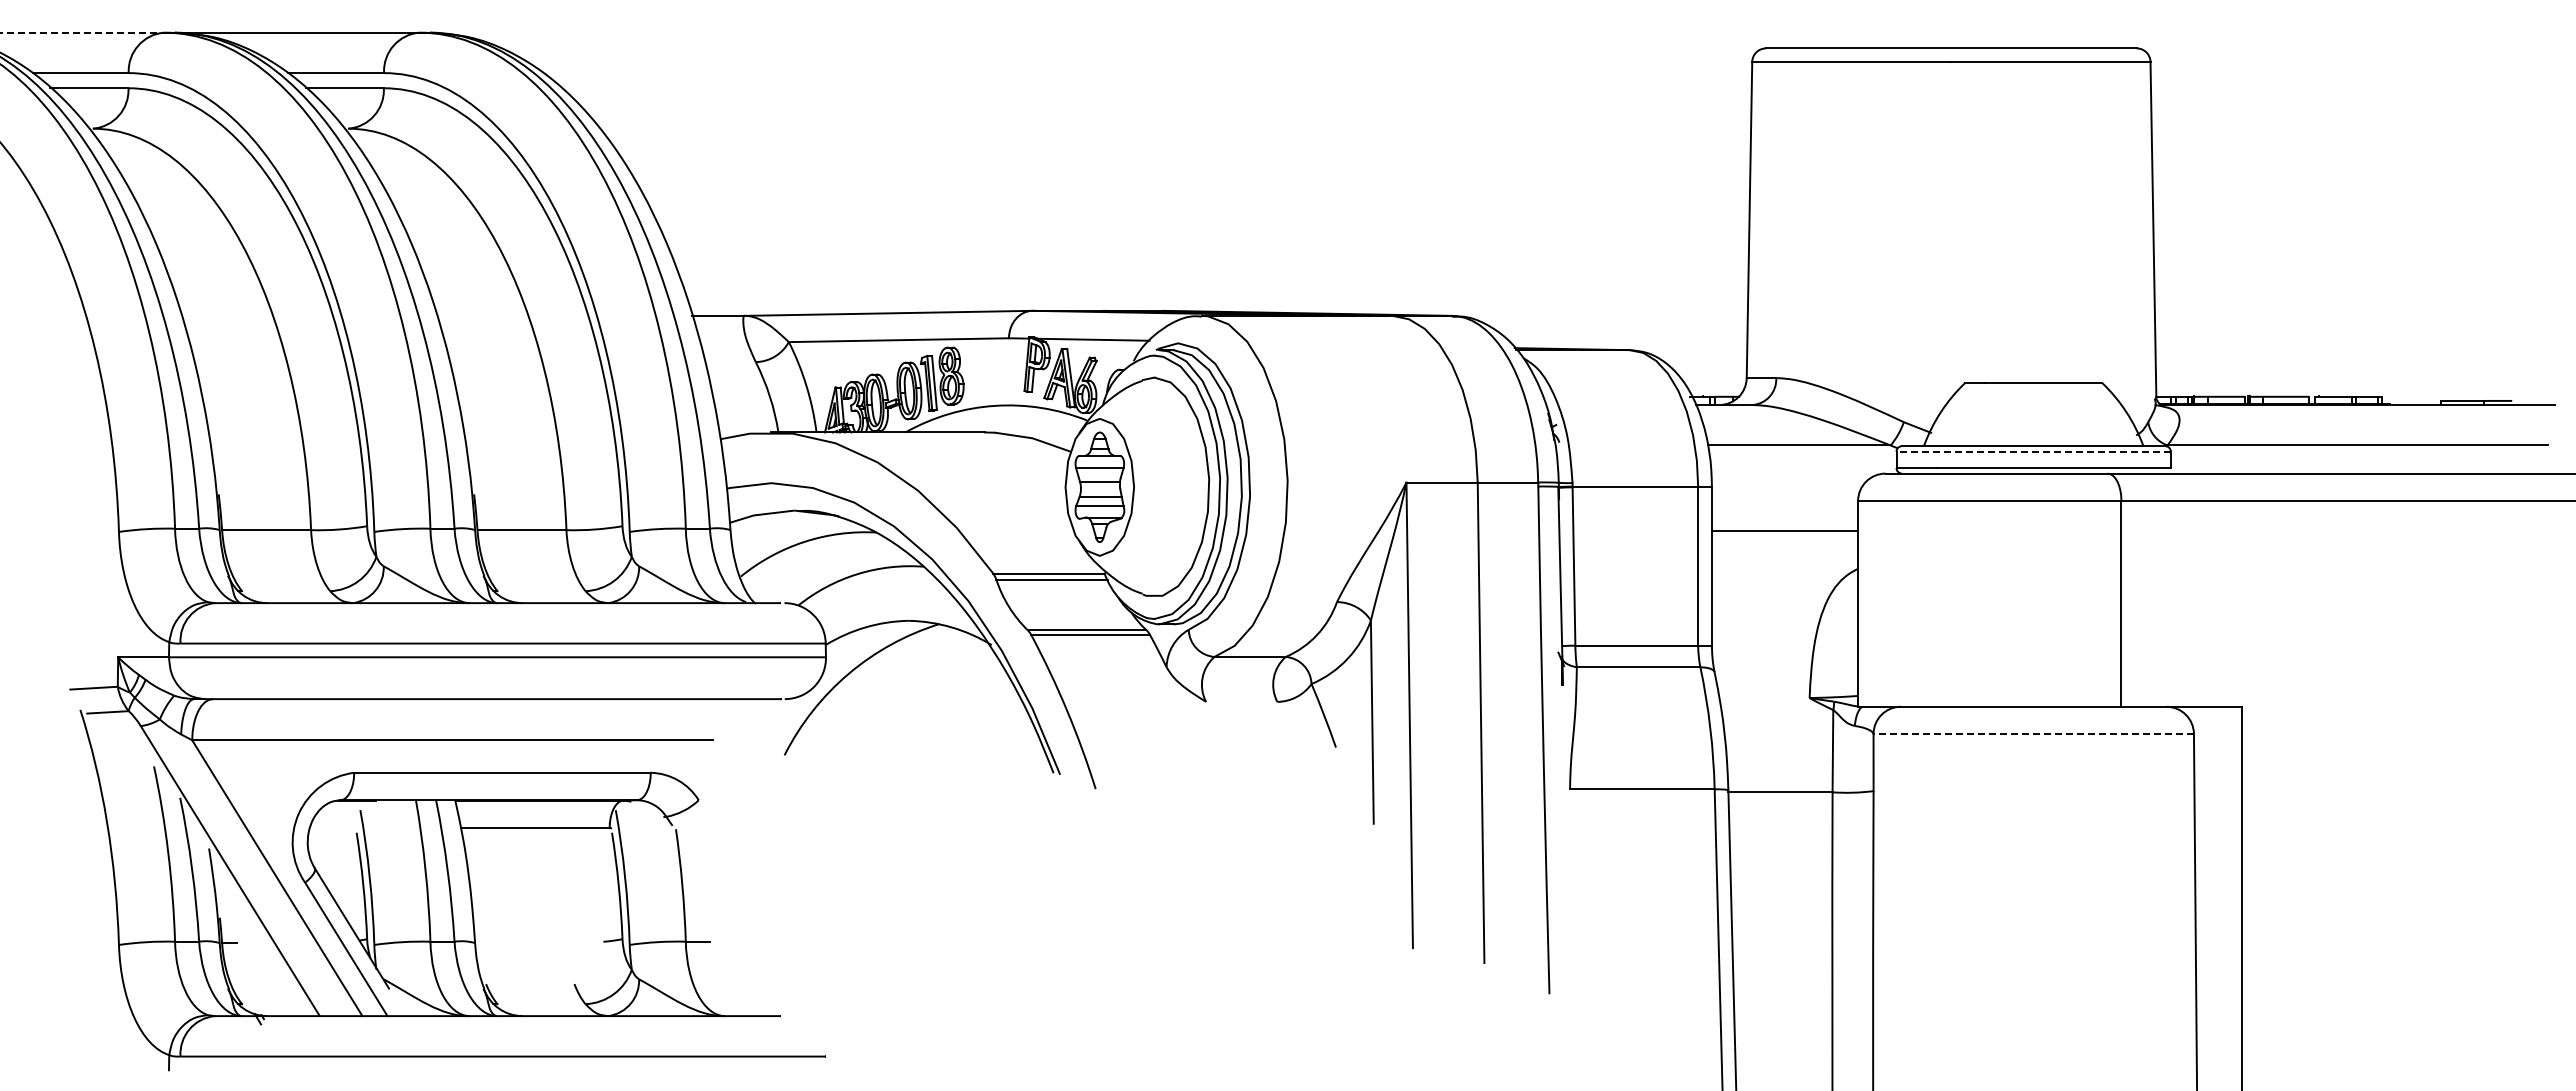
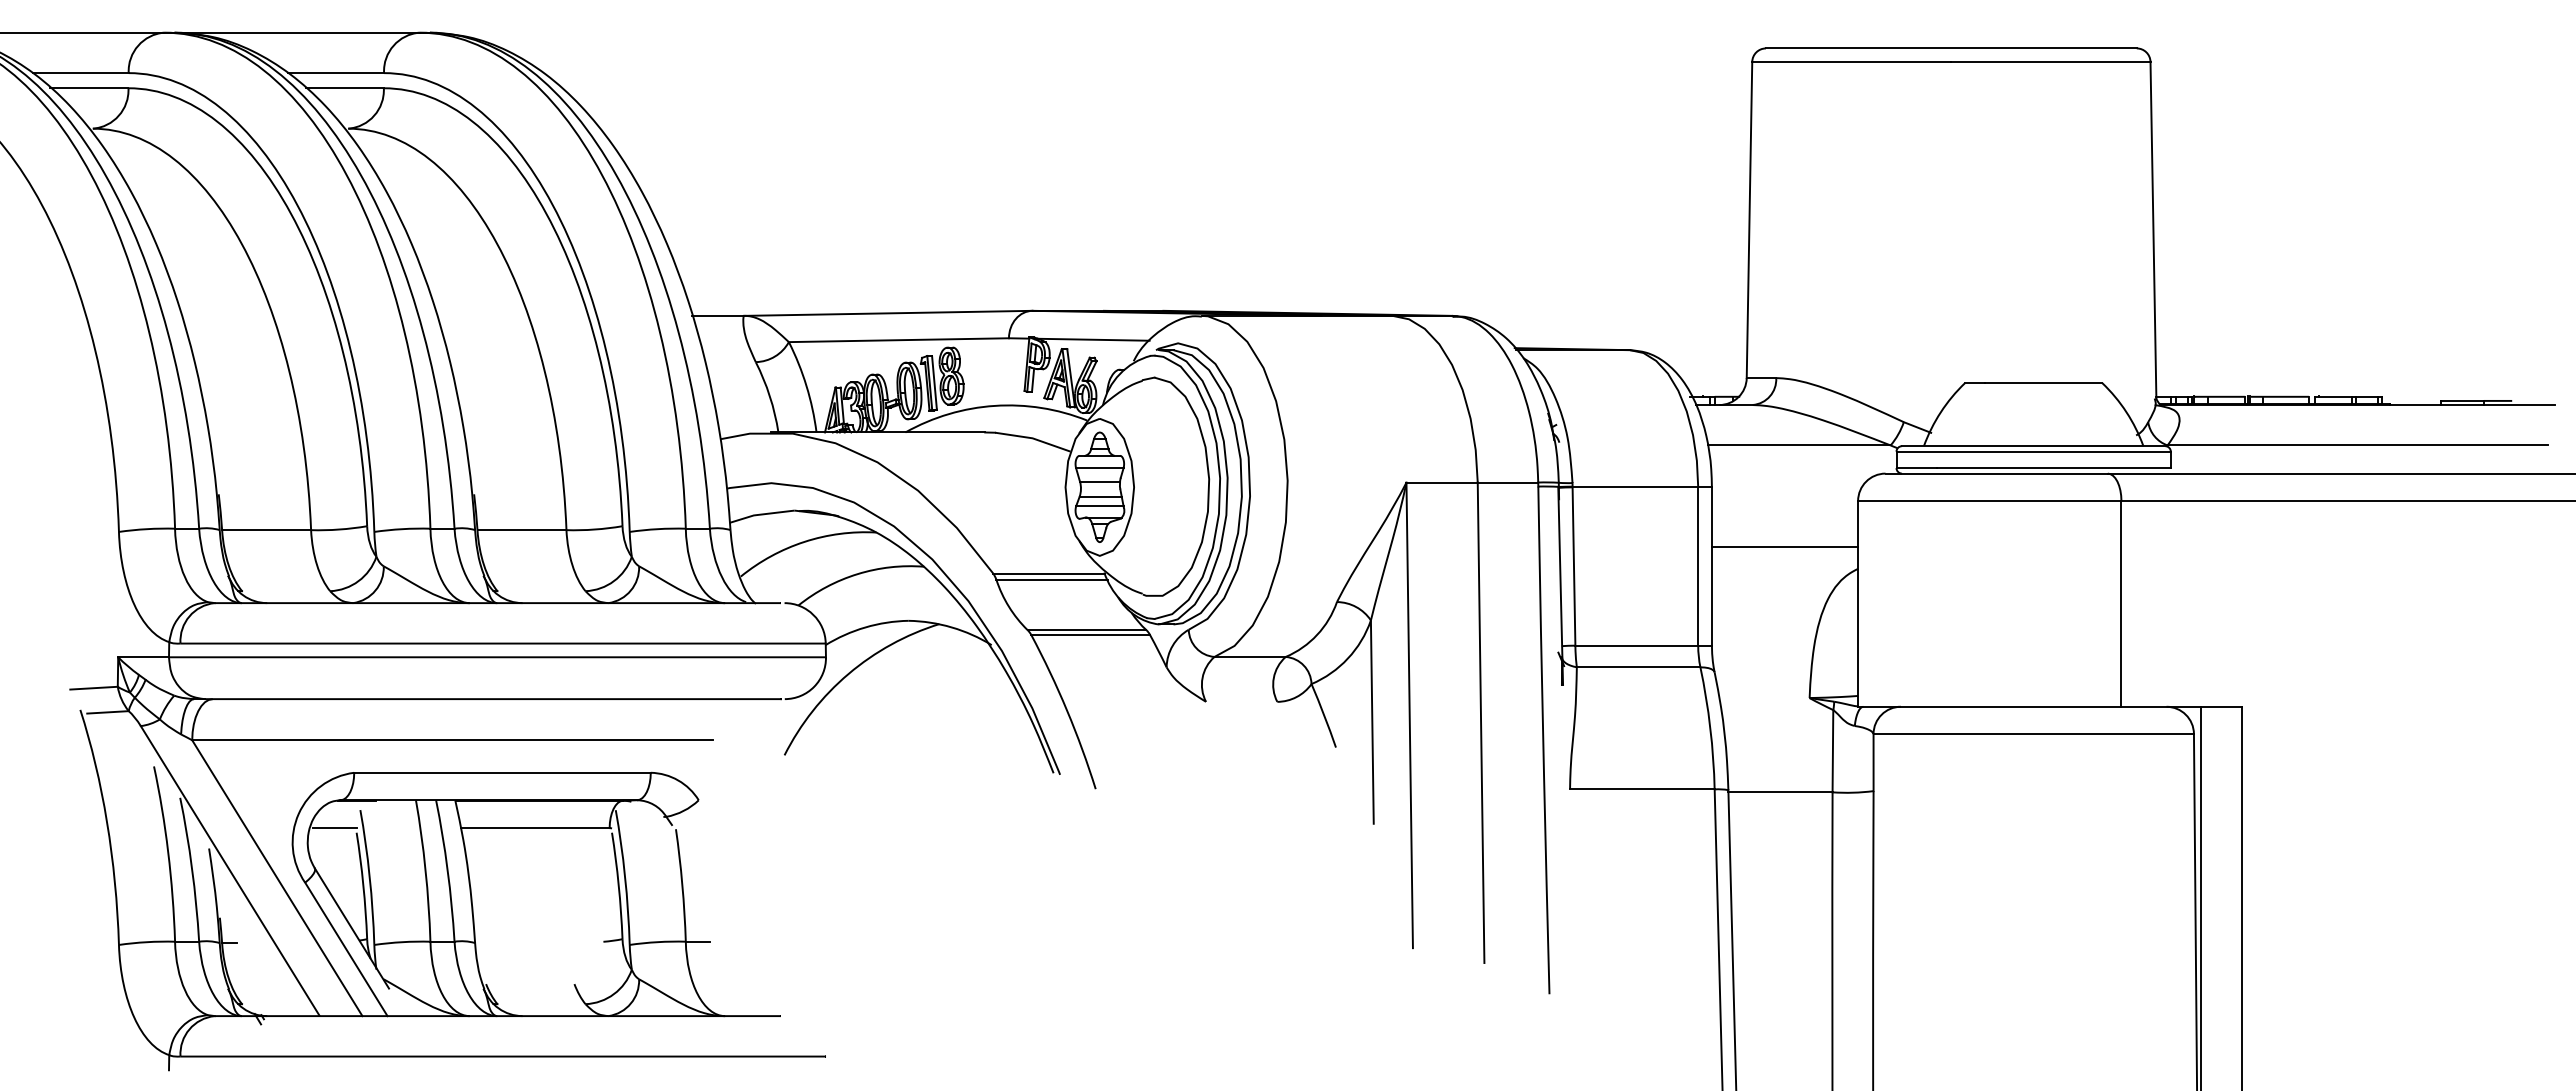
line at (82, 32): dashed -> solid
line at (2033, 451): dashed -> solid
line at (1784, 530) position: (1784, 530) -> (1784, 546)
line at (2033, 733): dashed -> solid
line at (334, 828): none -> present
line at (2200, 896): none -> present
